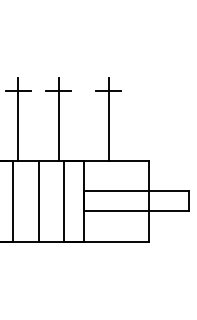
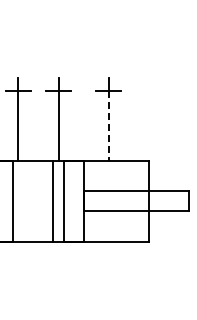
line at (108, 126): solid -> dashed
line at (38, 201) position: (38, 201) -> (52, 201)
